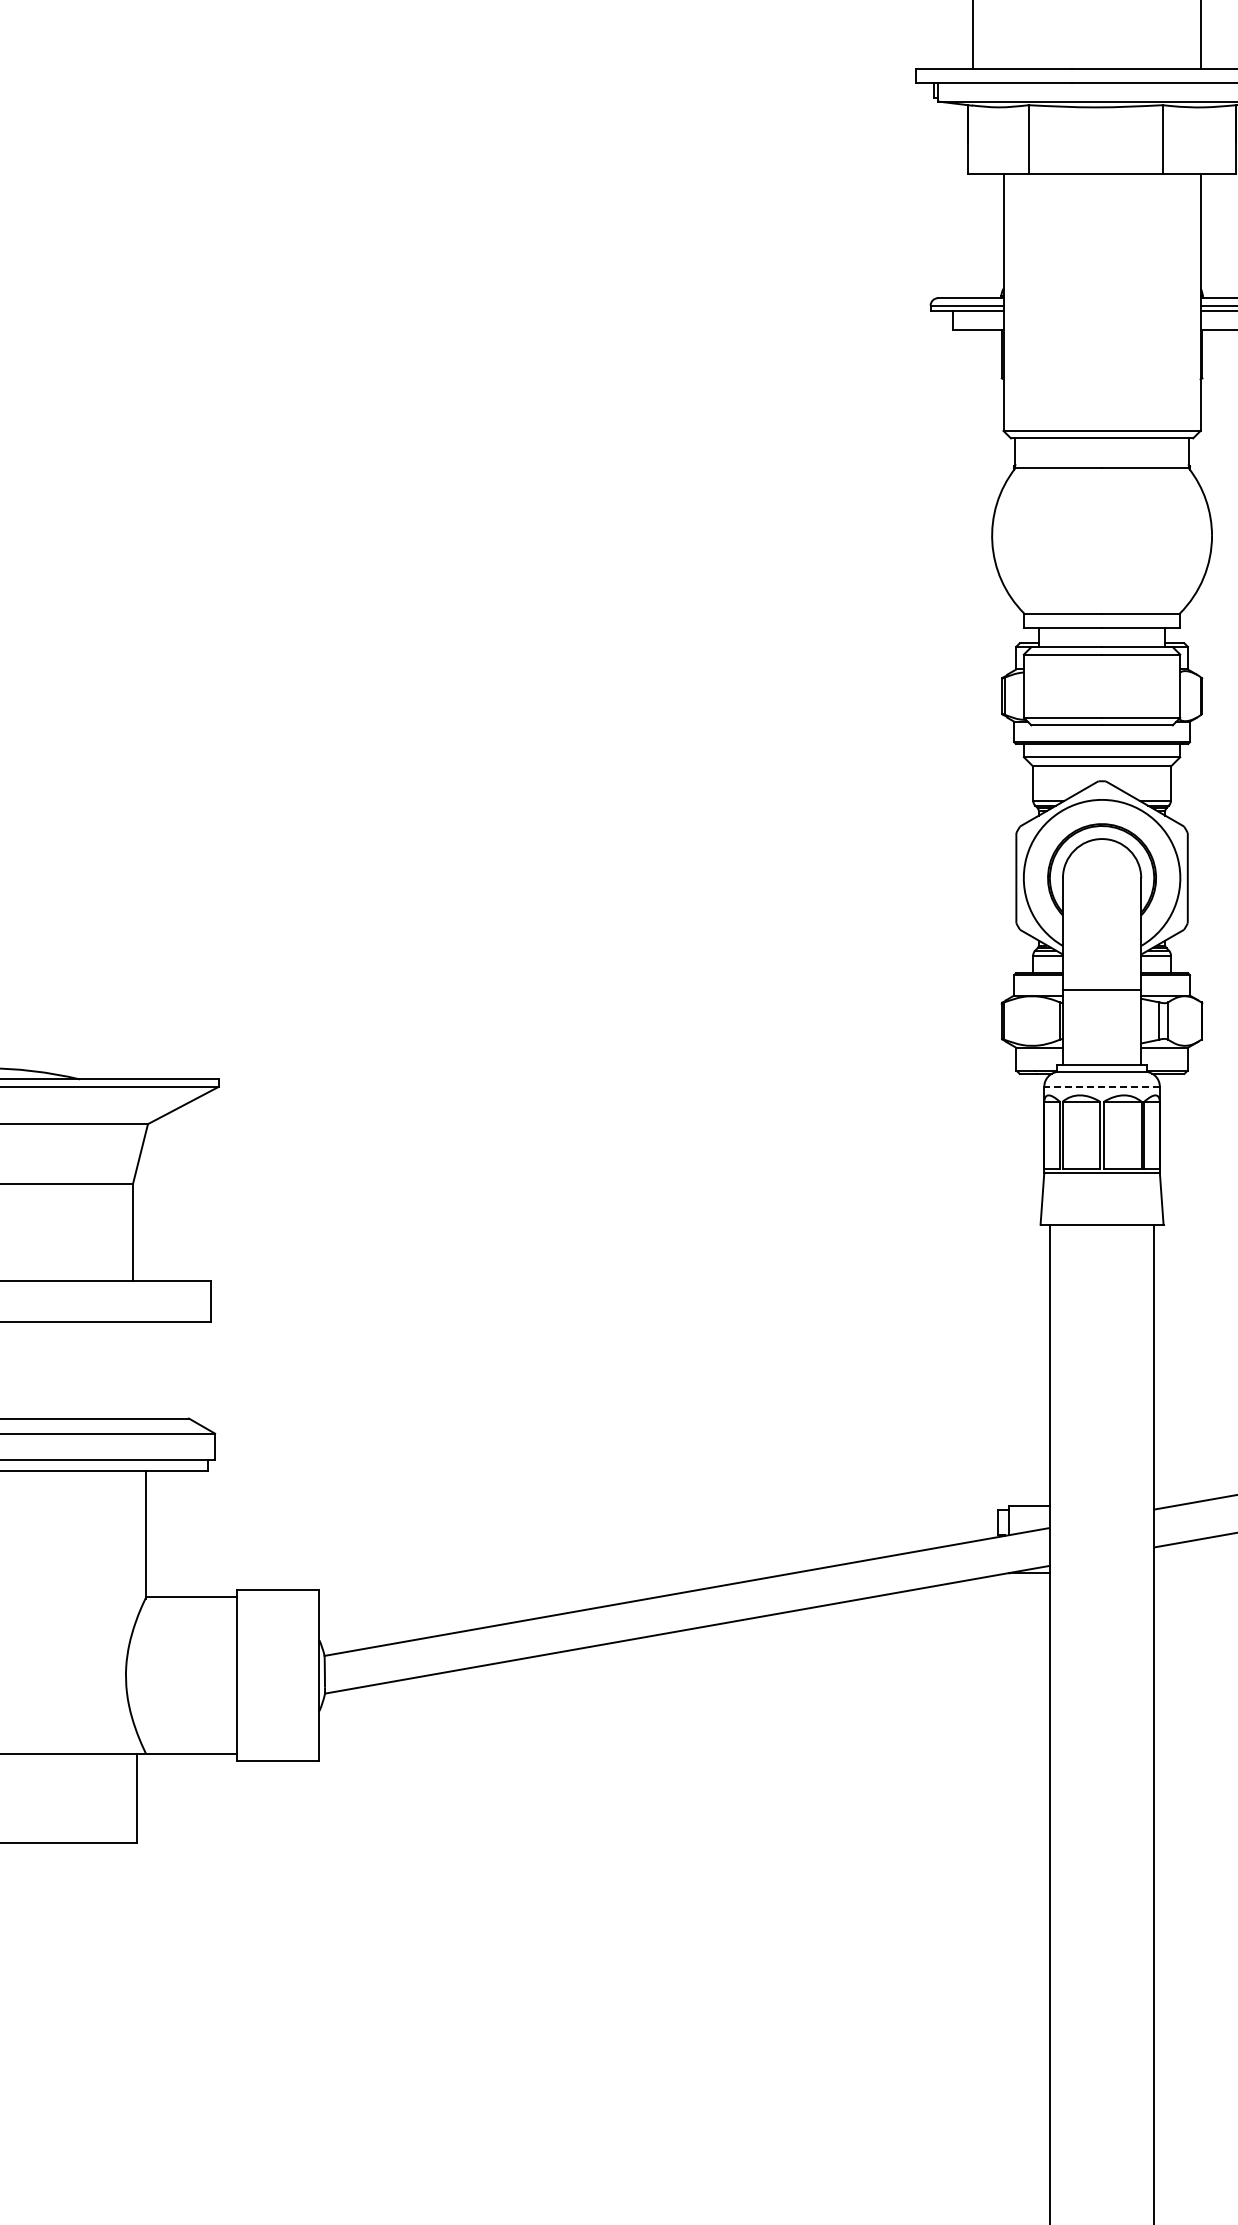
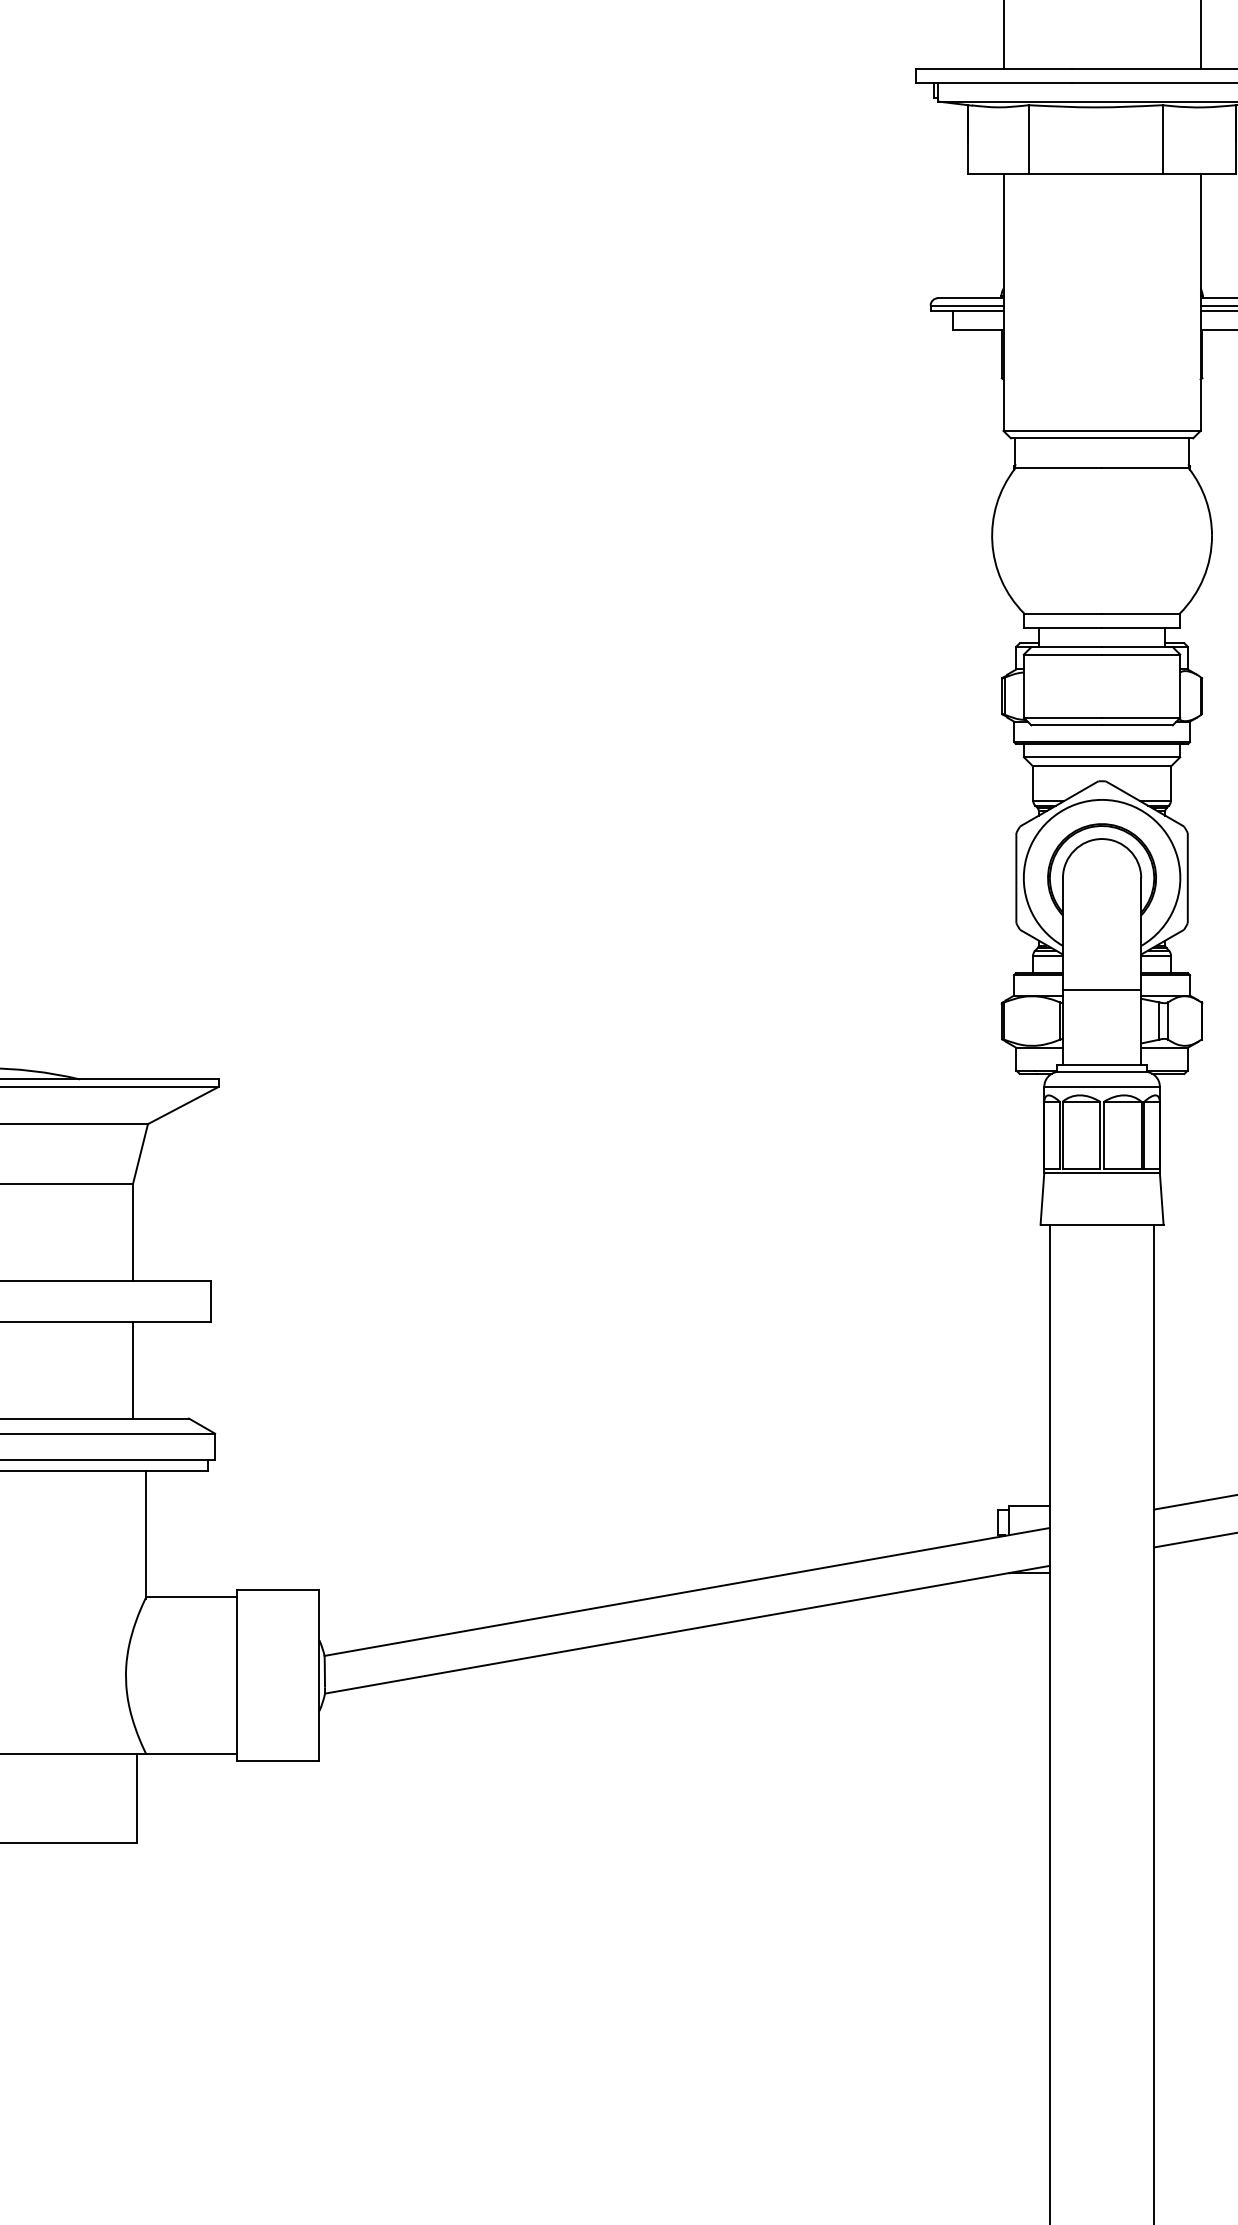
line at (972, 35) position: (972, 35) -> (1003, 35)
line at (1102, 1086): dashed -> solid
line at (133, 1369): none -> present
